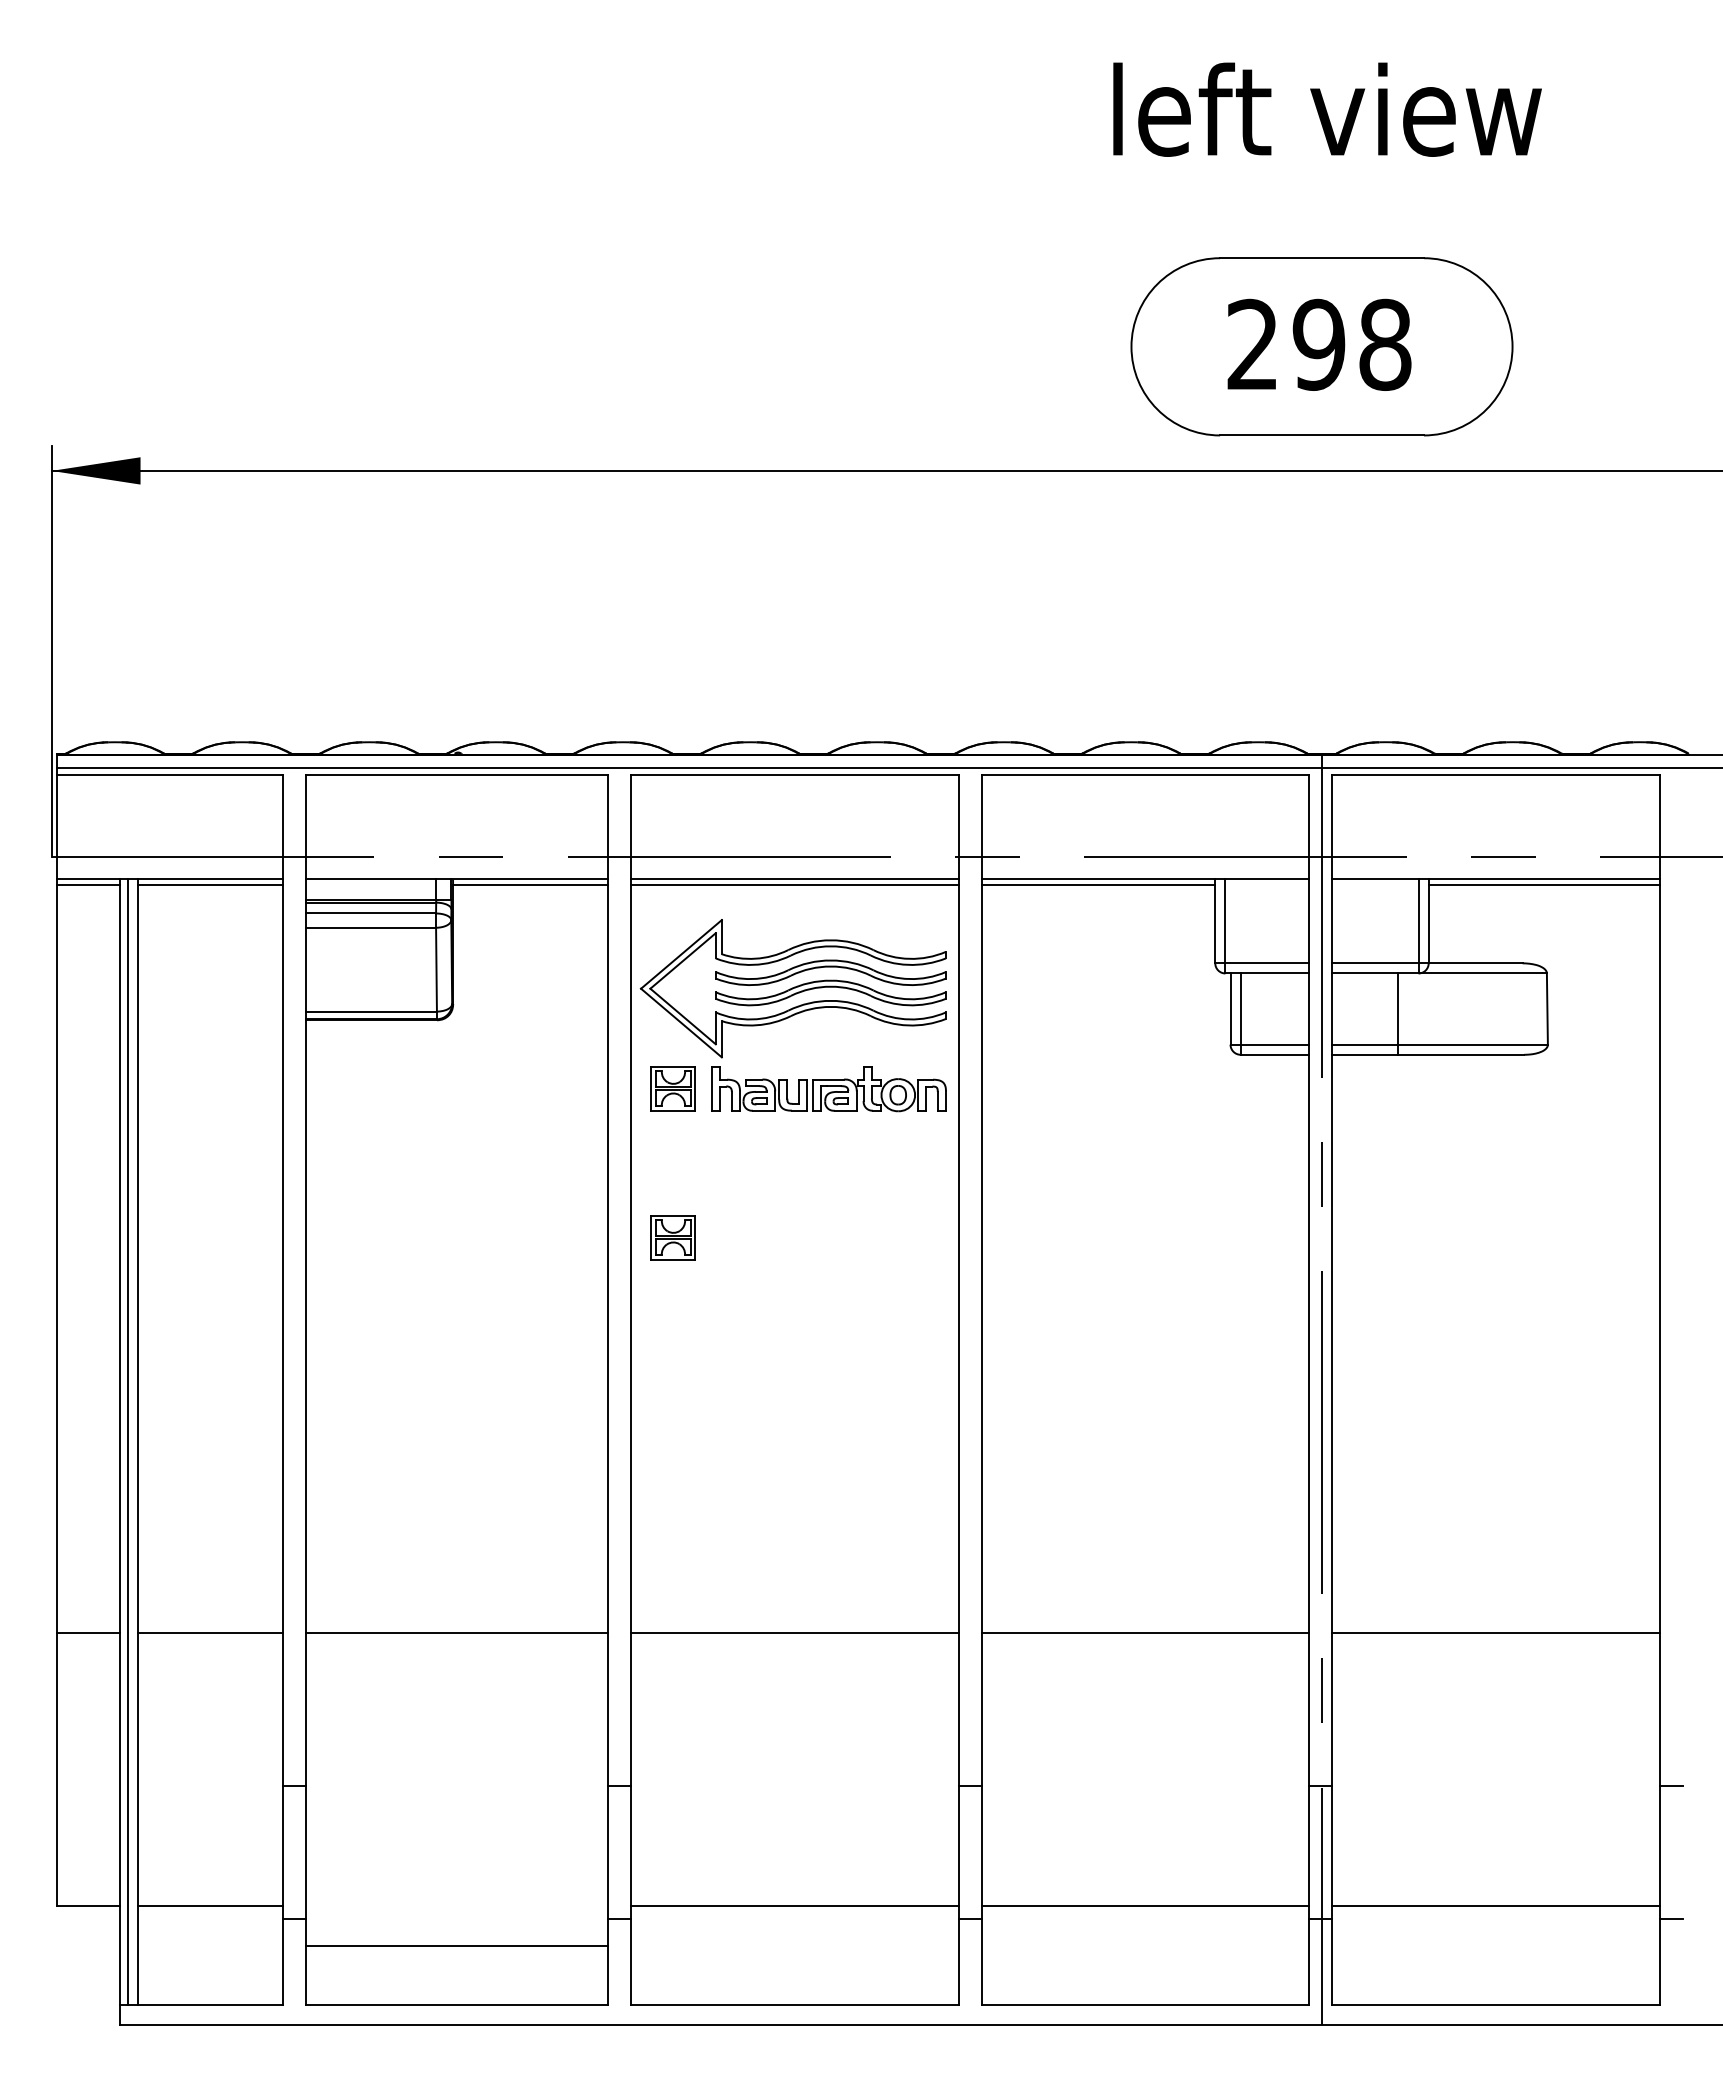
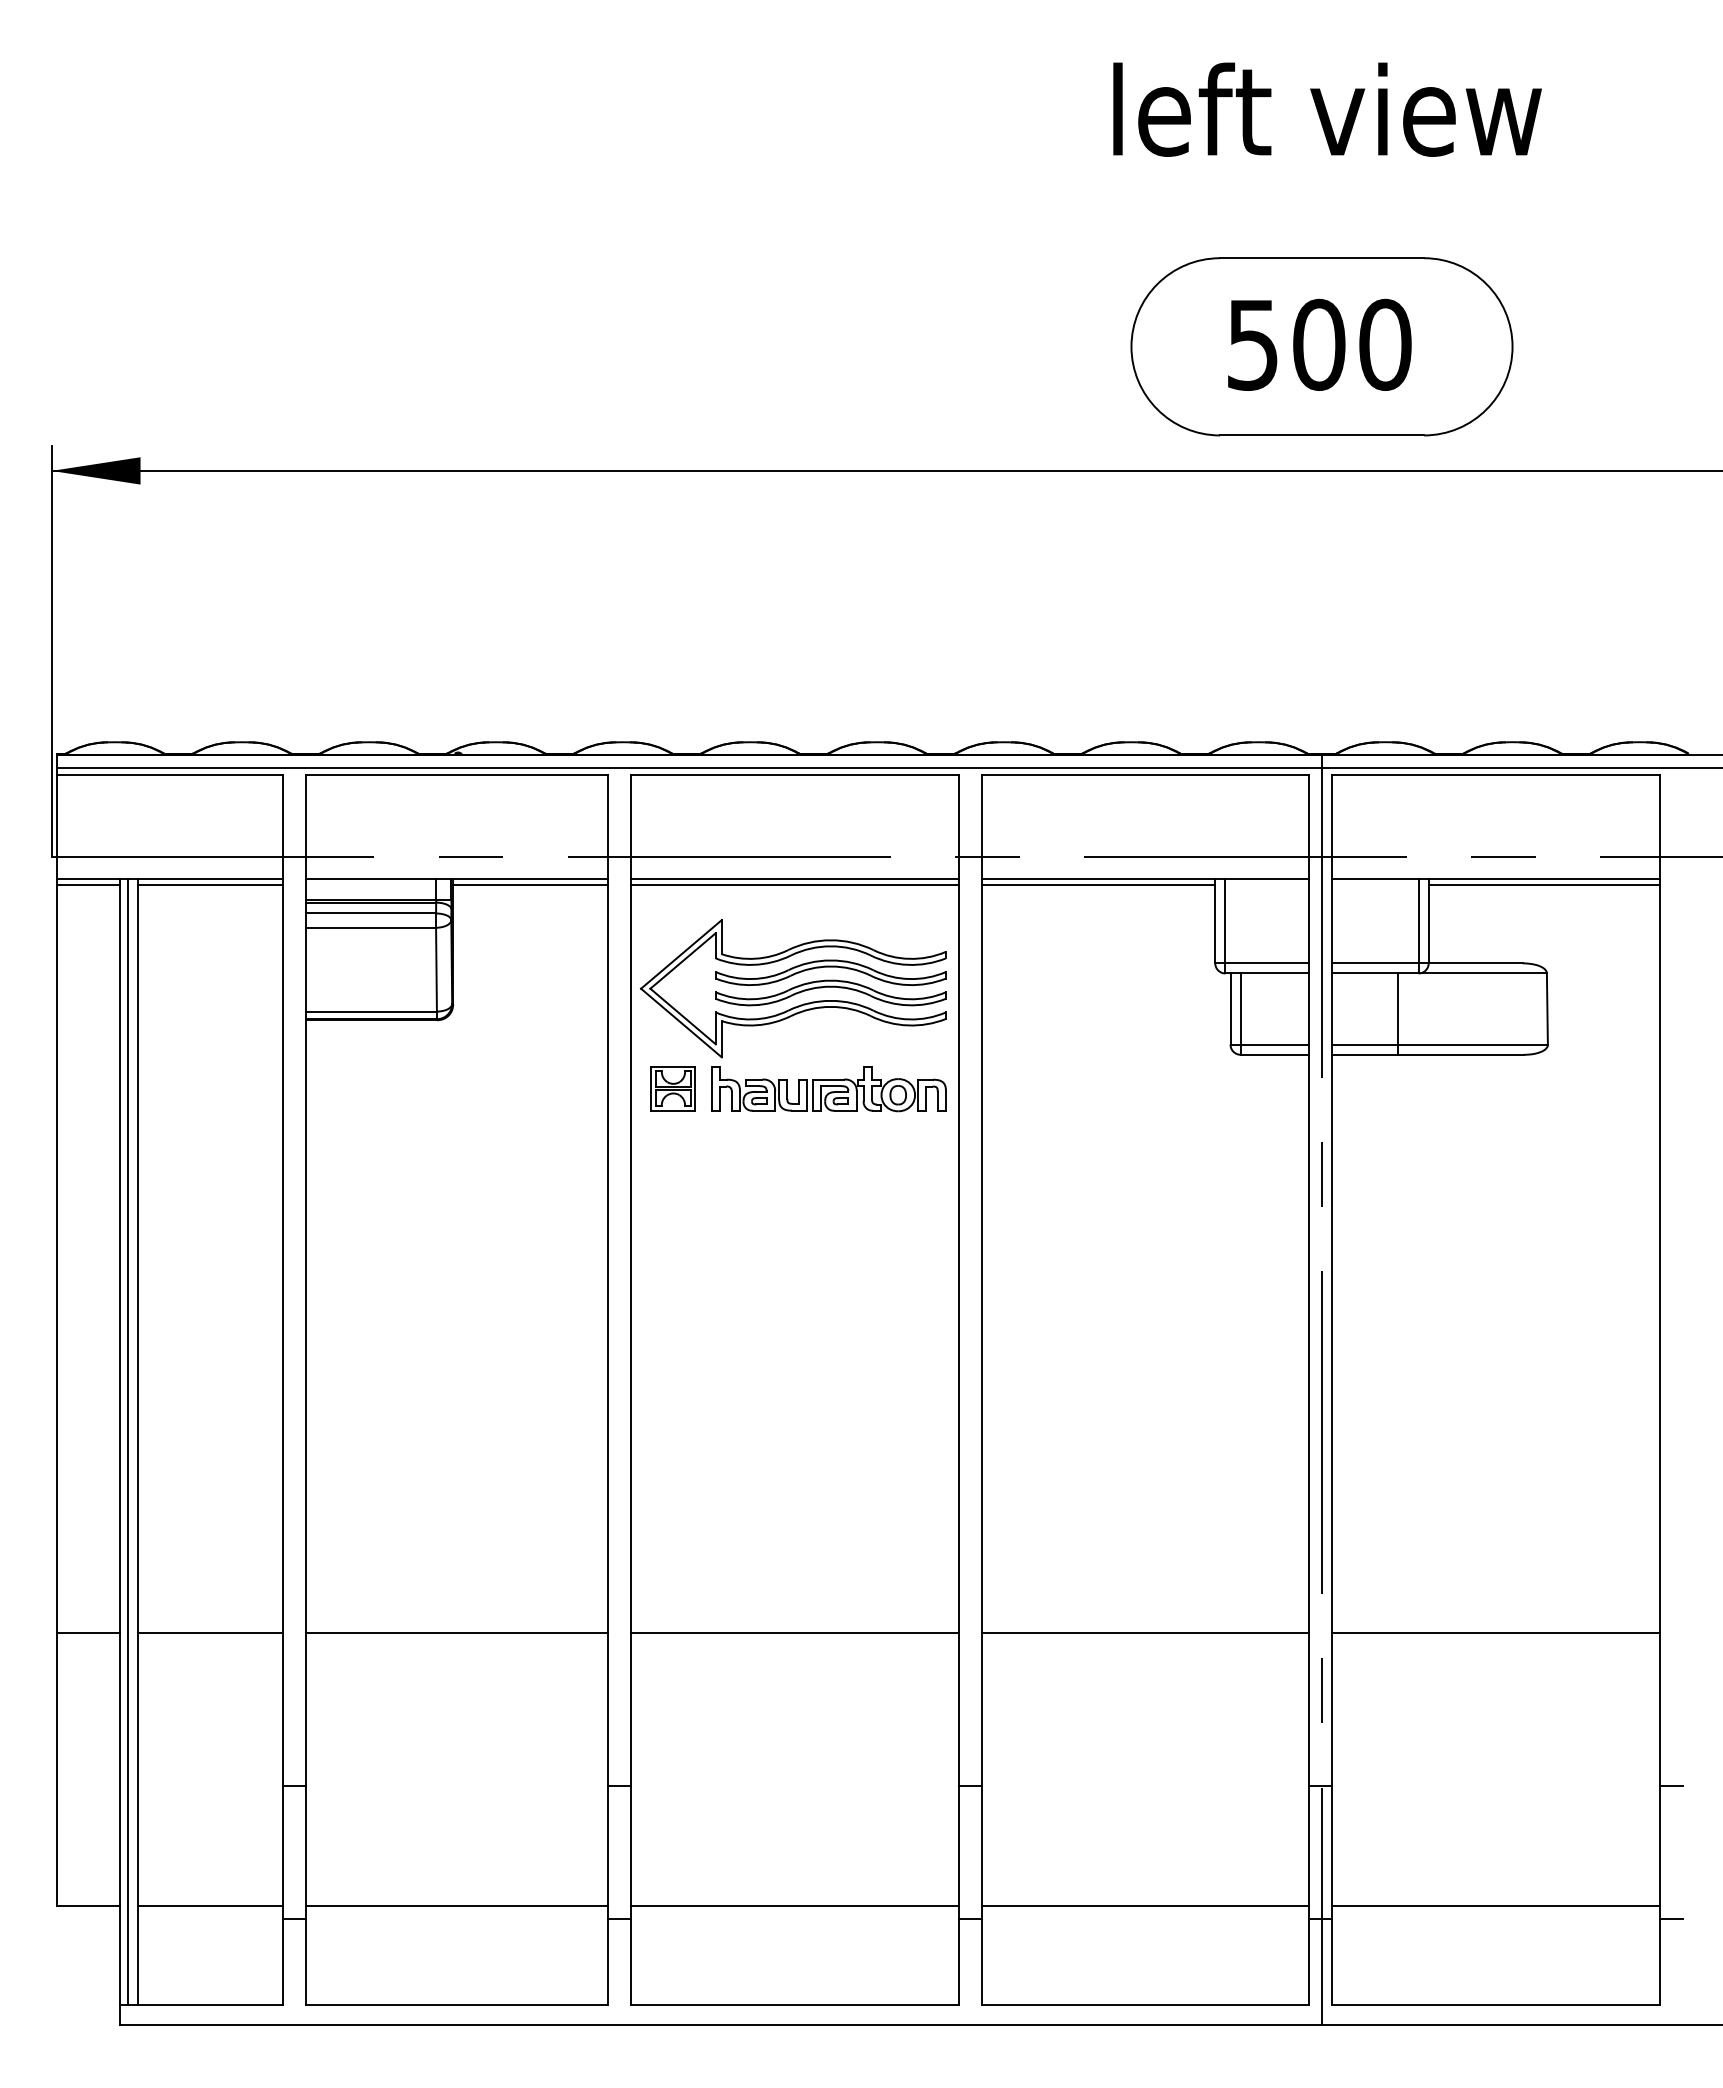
text at (1319, 344): 298 -> 500
part at (672, 1237): present -> none
line at (456, 1945) position: (456, 1945) -> (456, 1905)
